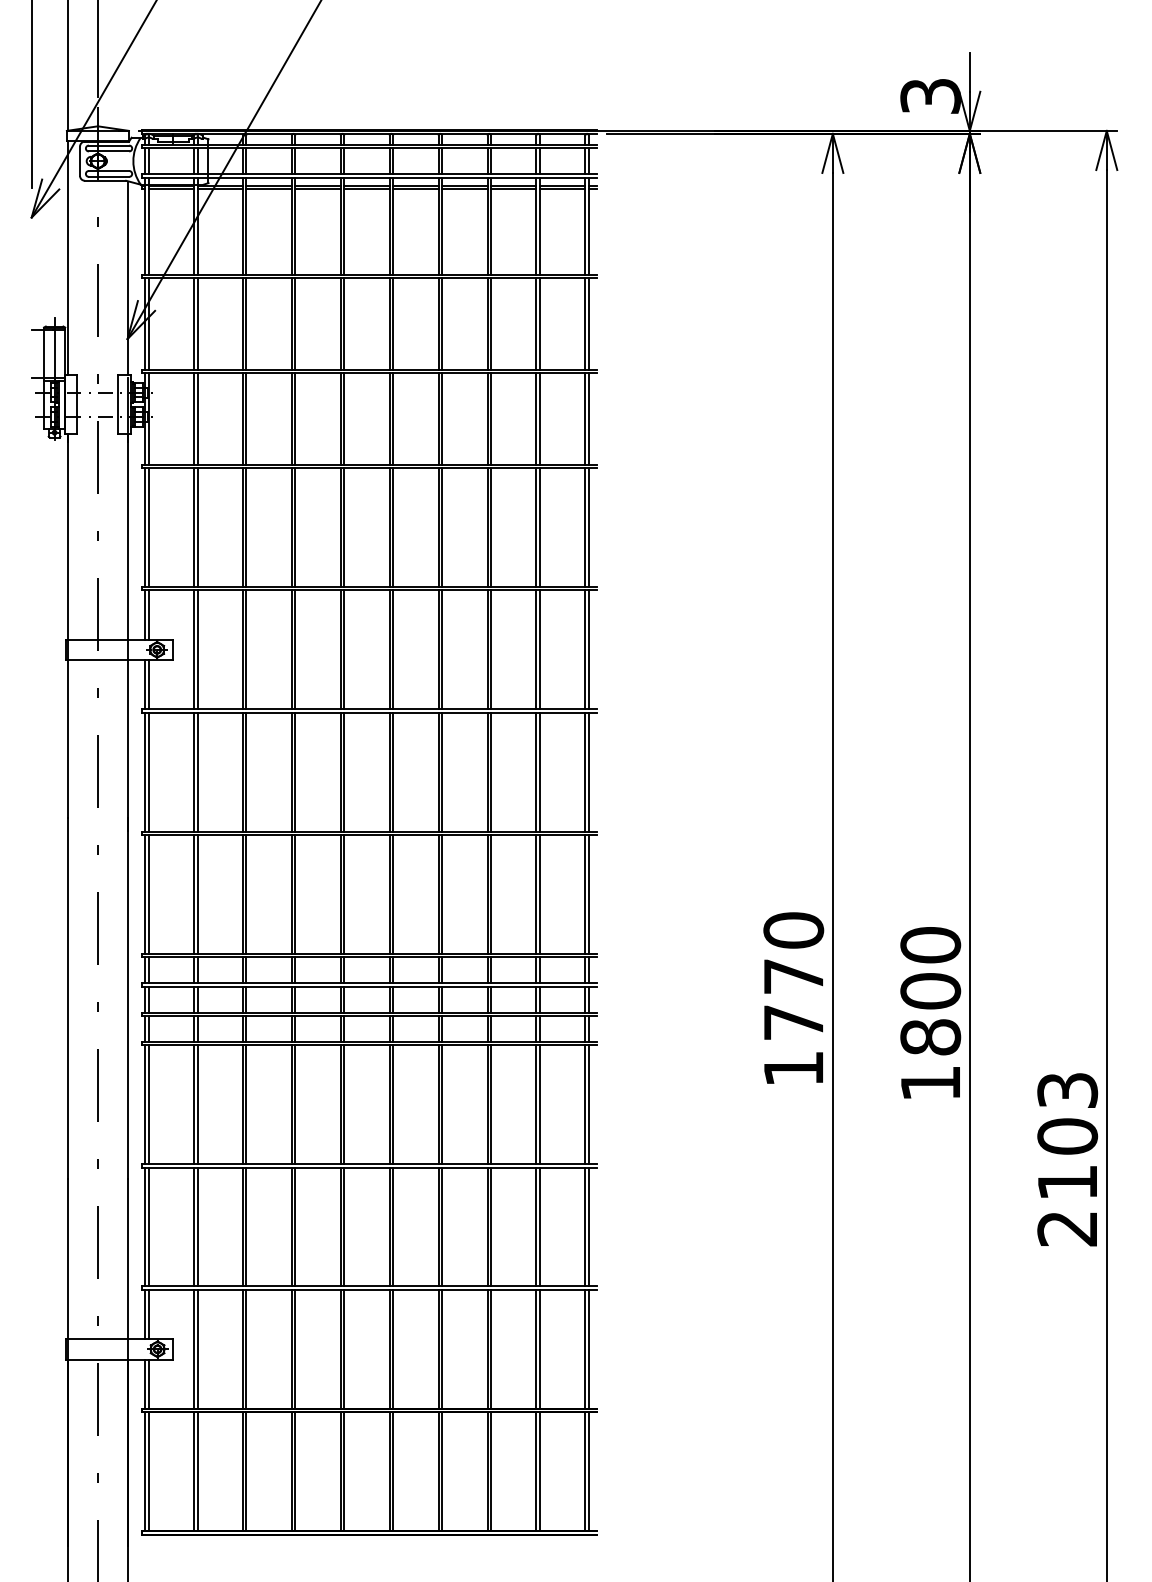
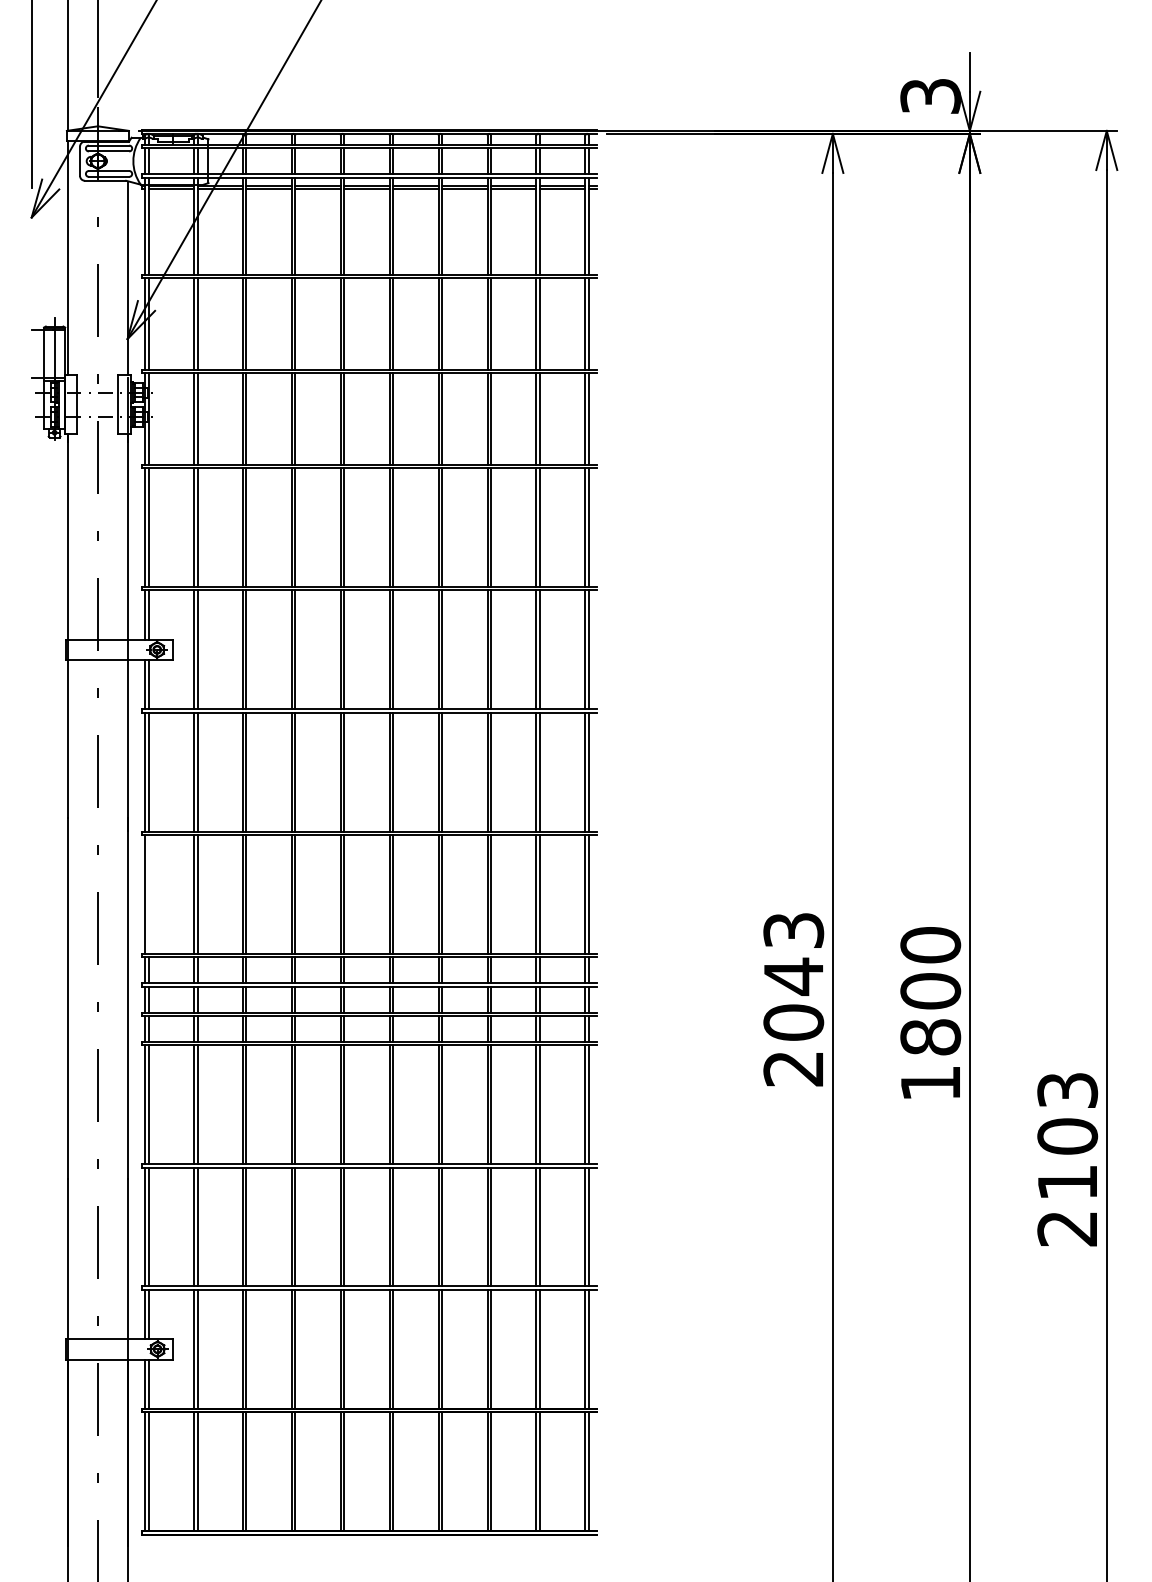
line at (148, 894): present -> none
text at (793, 999): 1770 -> 2043
